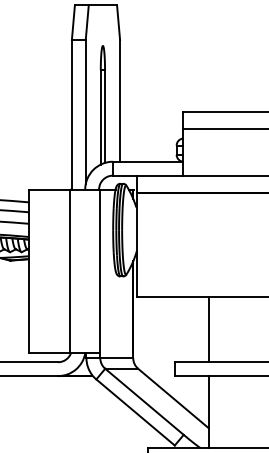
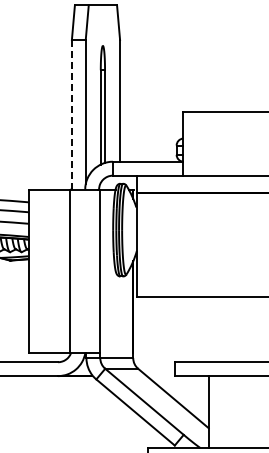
line at (71, 114): solid -> dashed
line at (224, 129): present -> none
line at (208, 329): present -> none
